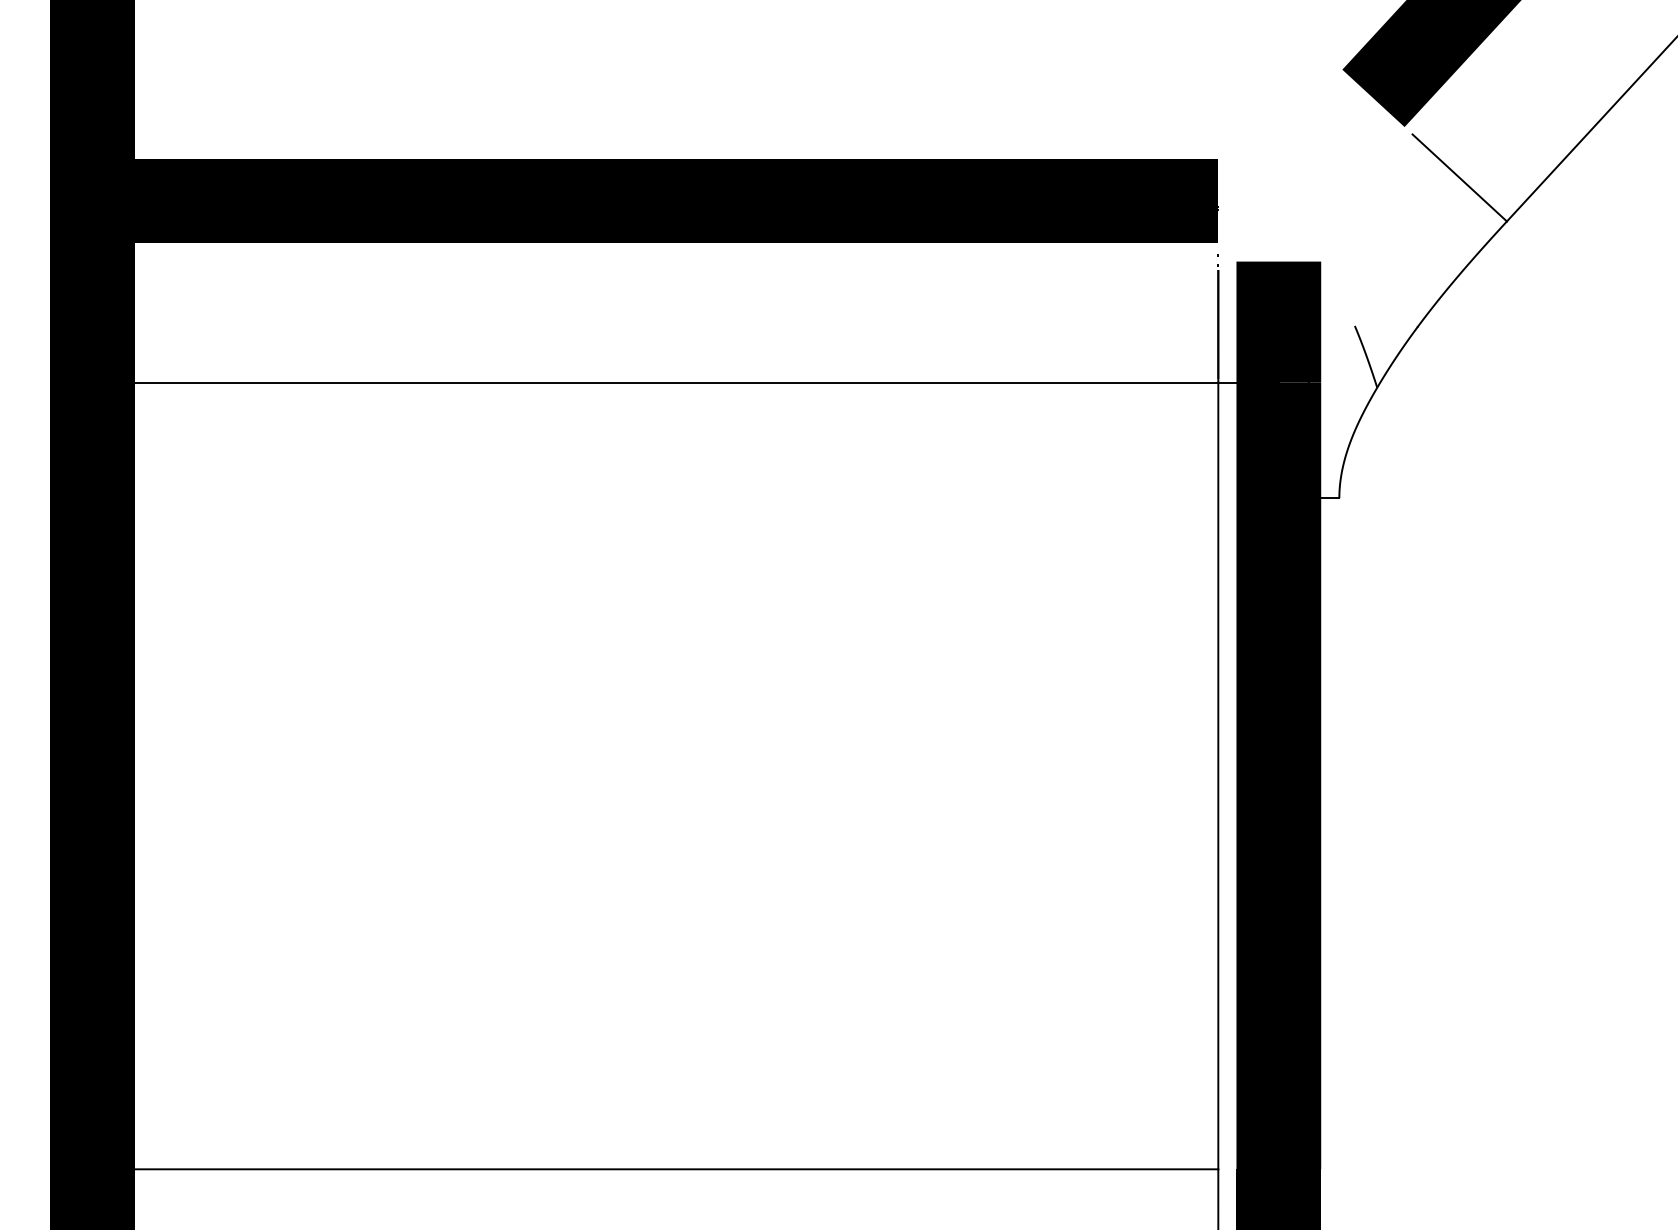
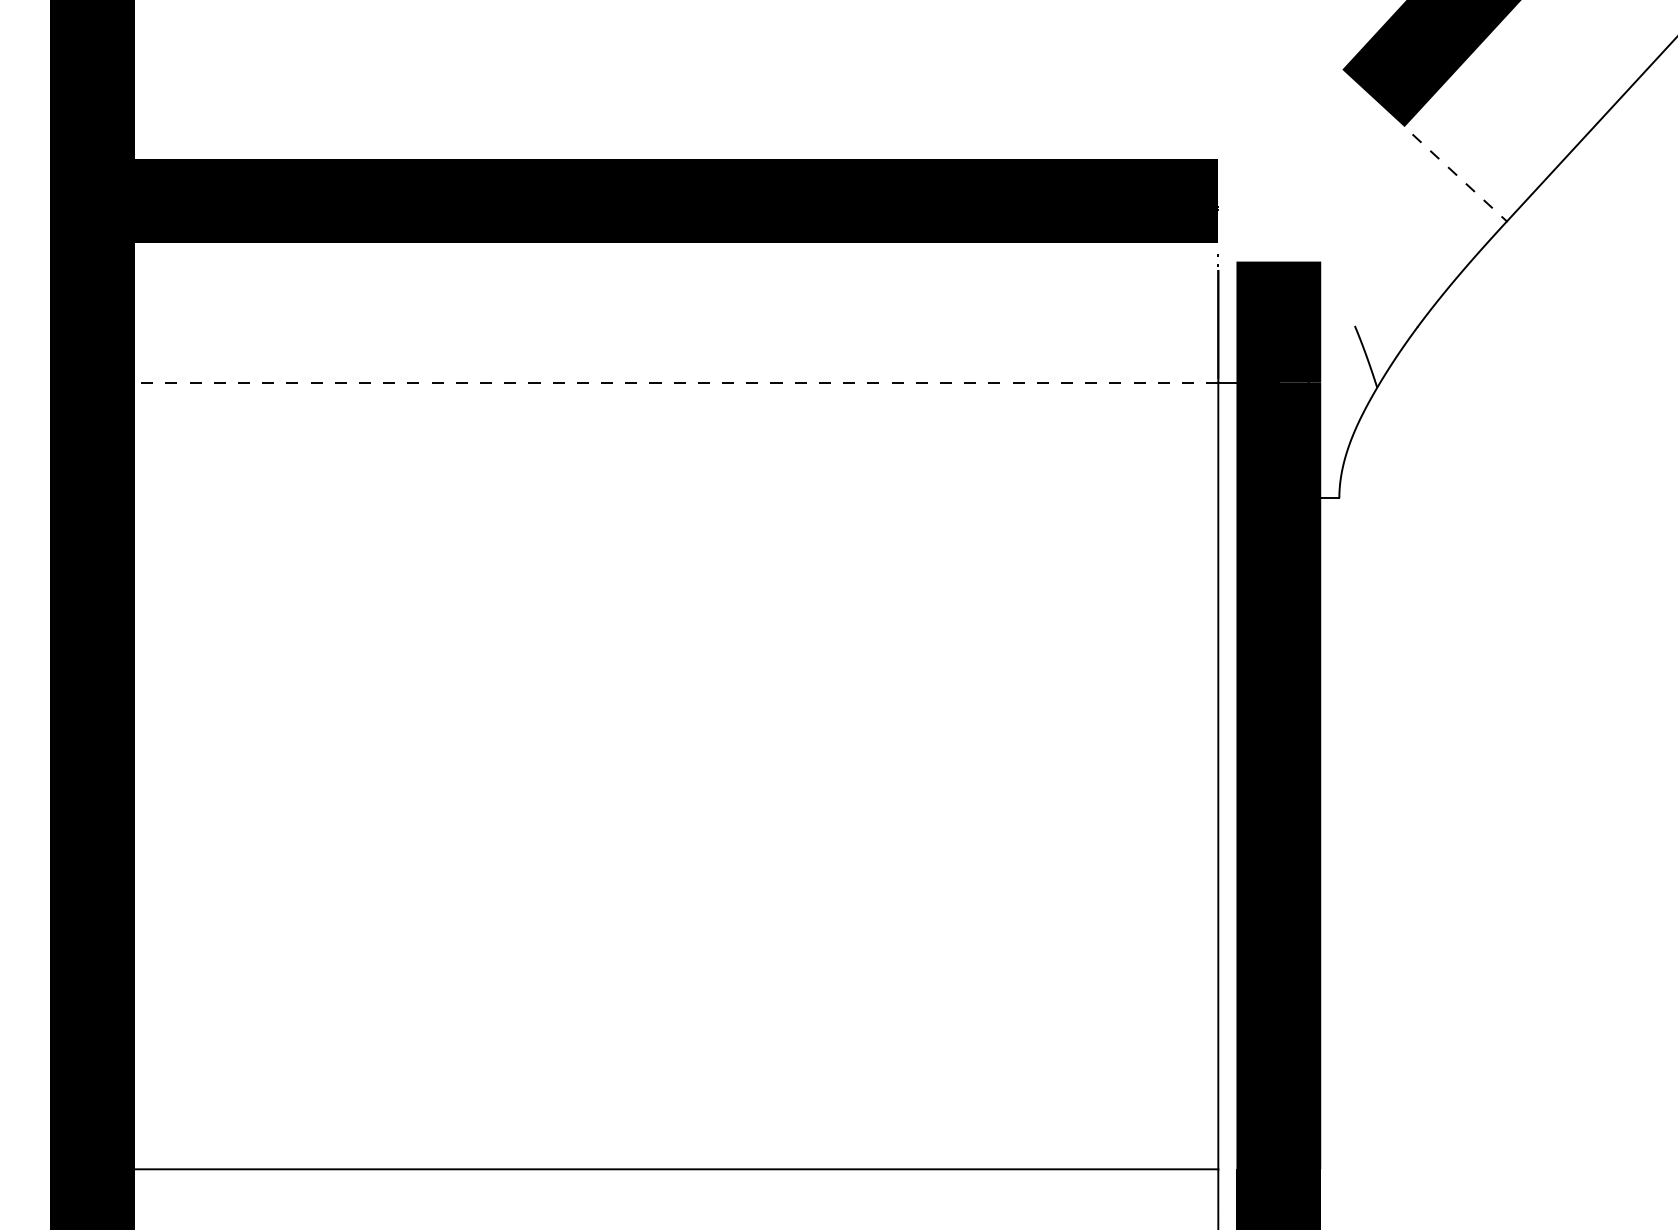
line at (1460, 178): solid -> dashed
line at (655, 382): solid -> dashed
